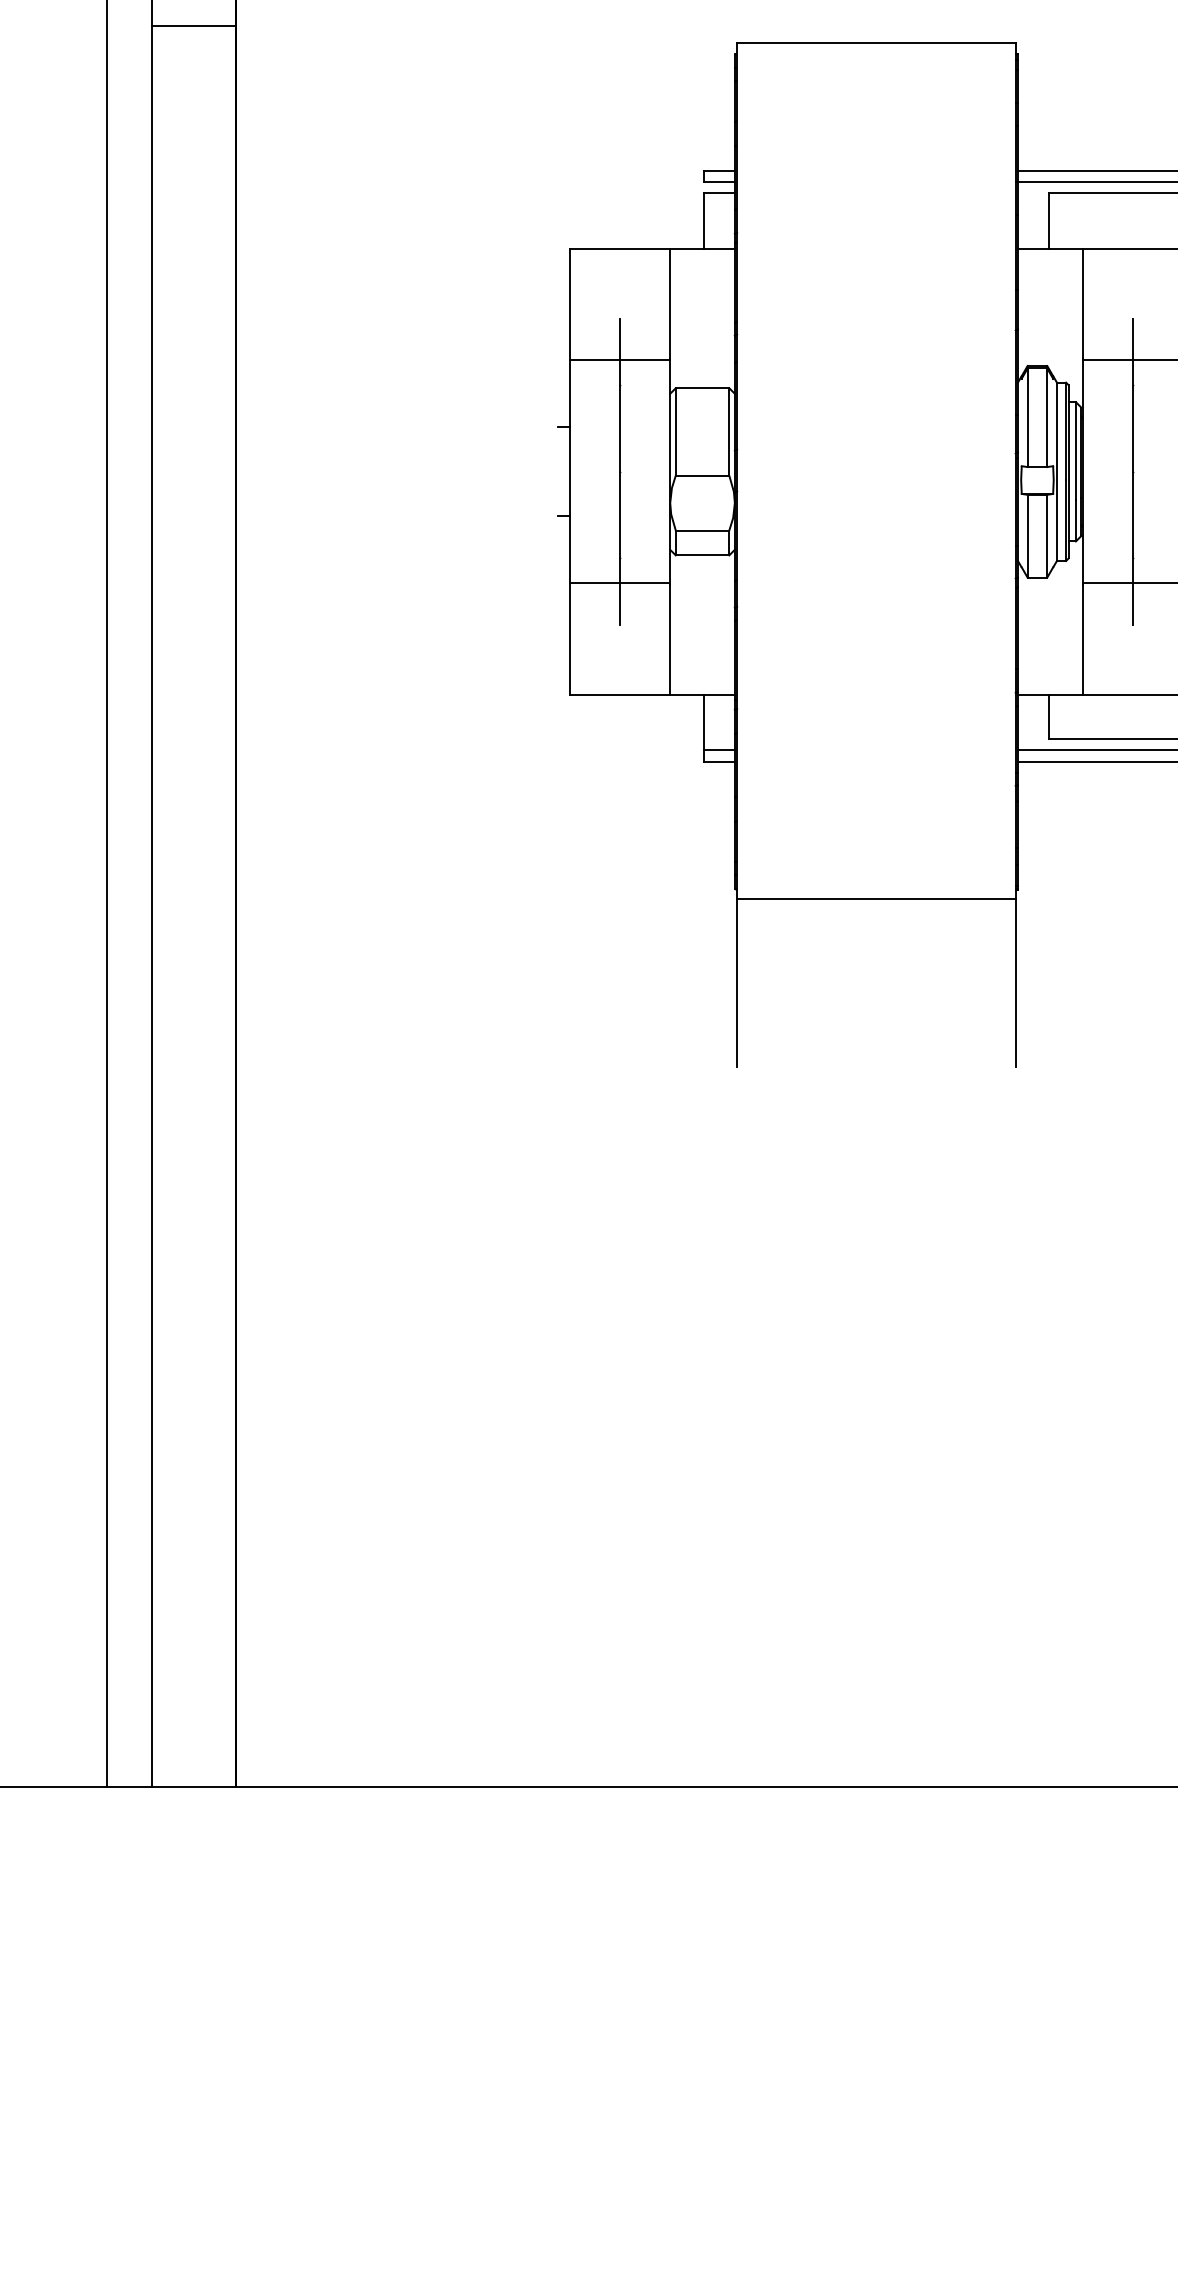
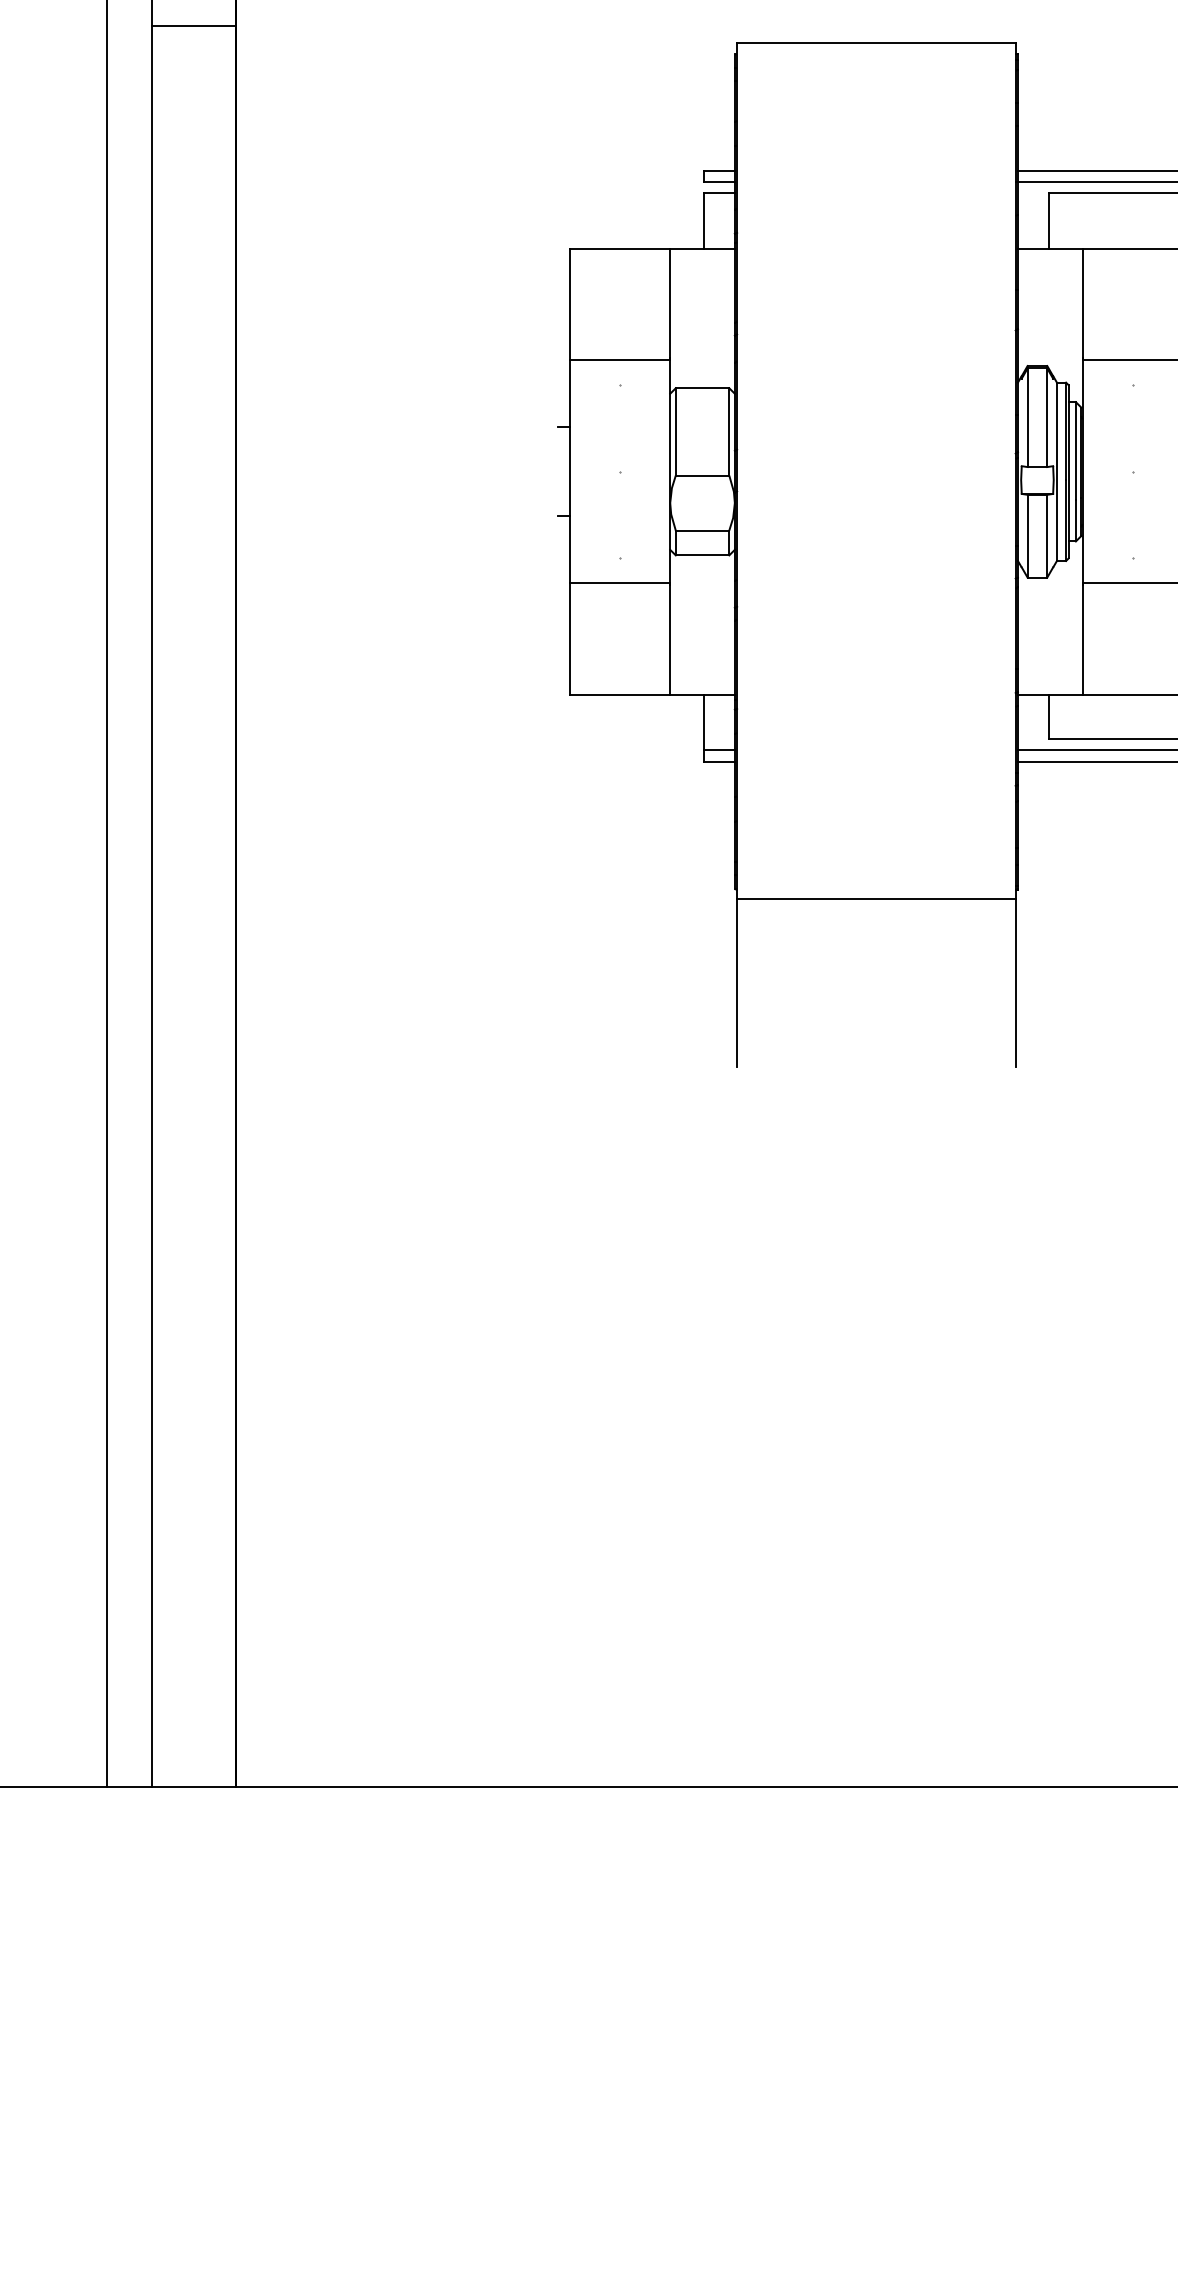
line at (620, 471): present -> none
line at (1132, 471): present -> none
